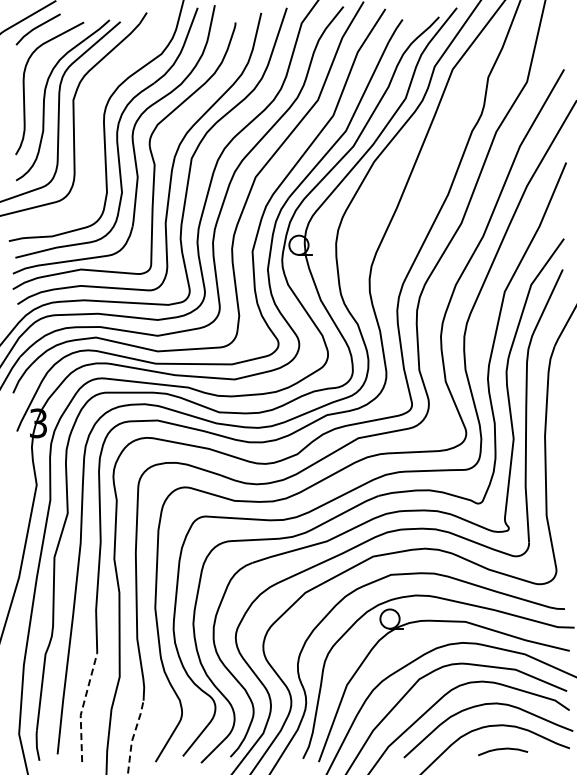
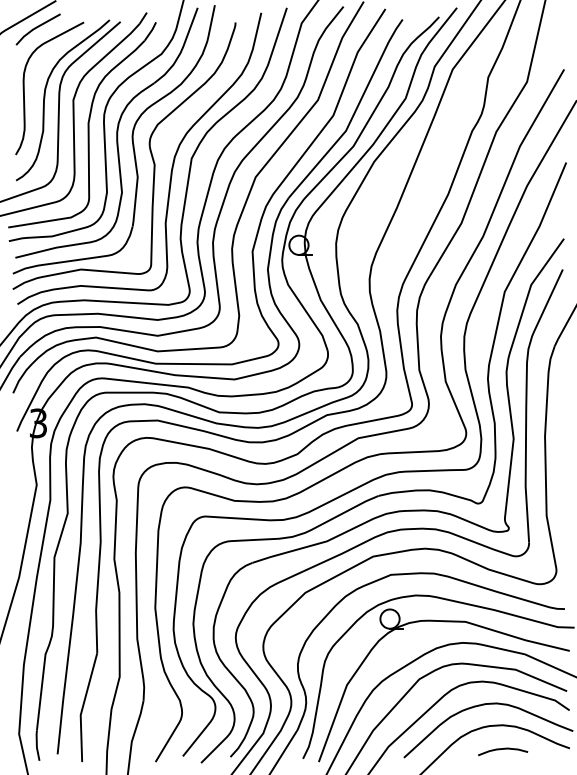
part at (82, 125): none -> present
line at (83, 706): dashed -> solid
line at (133, 736): dashed -> solid
